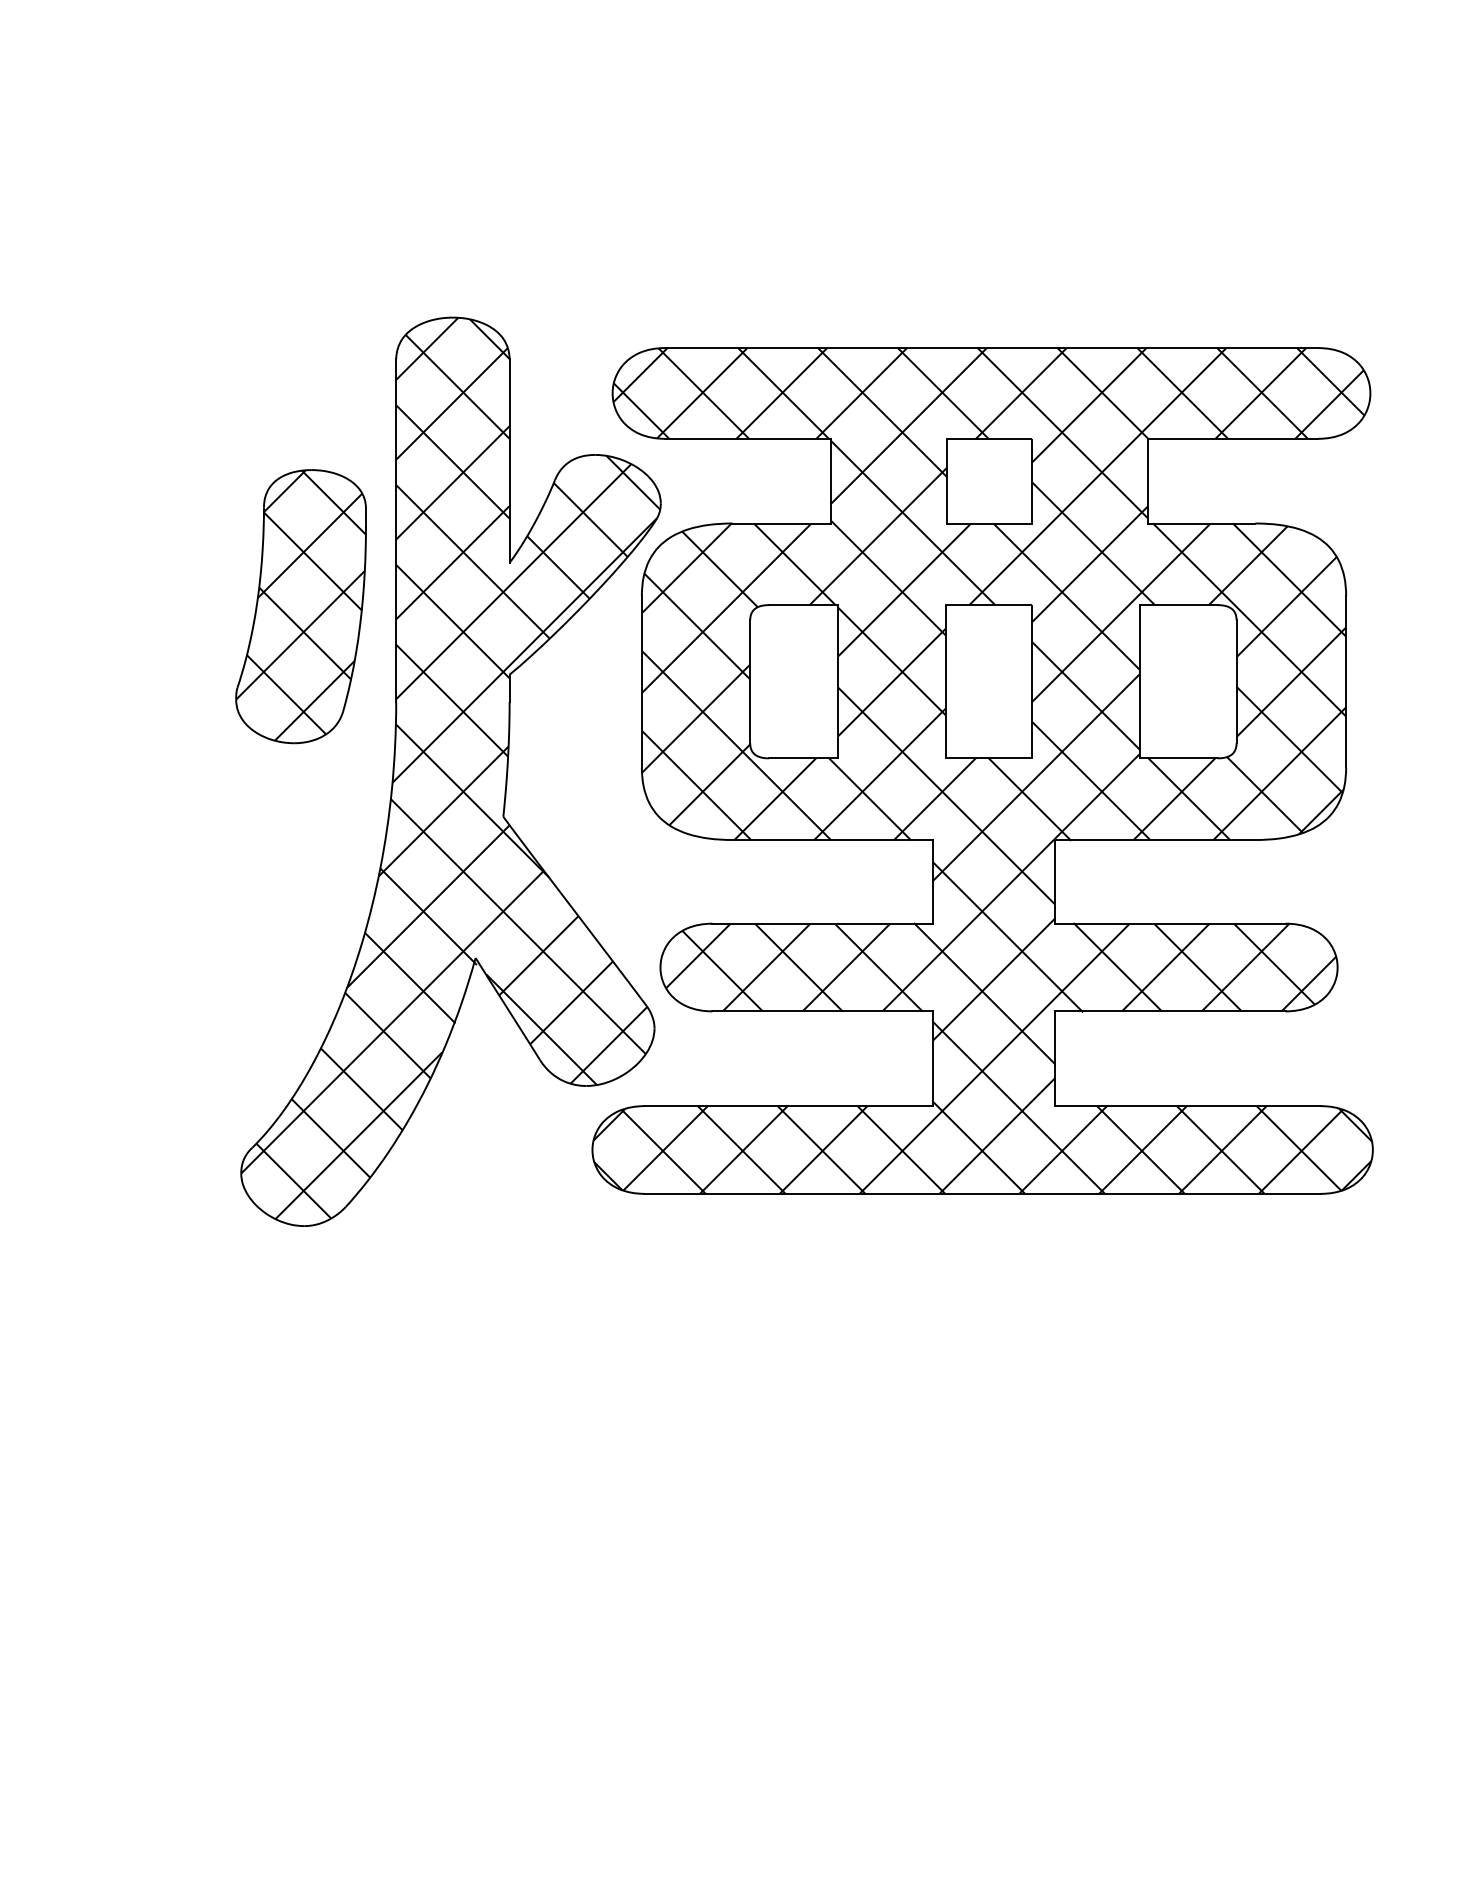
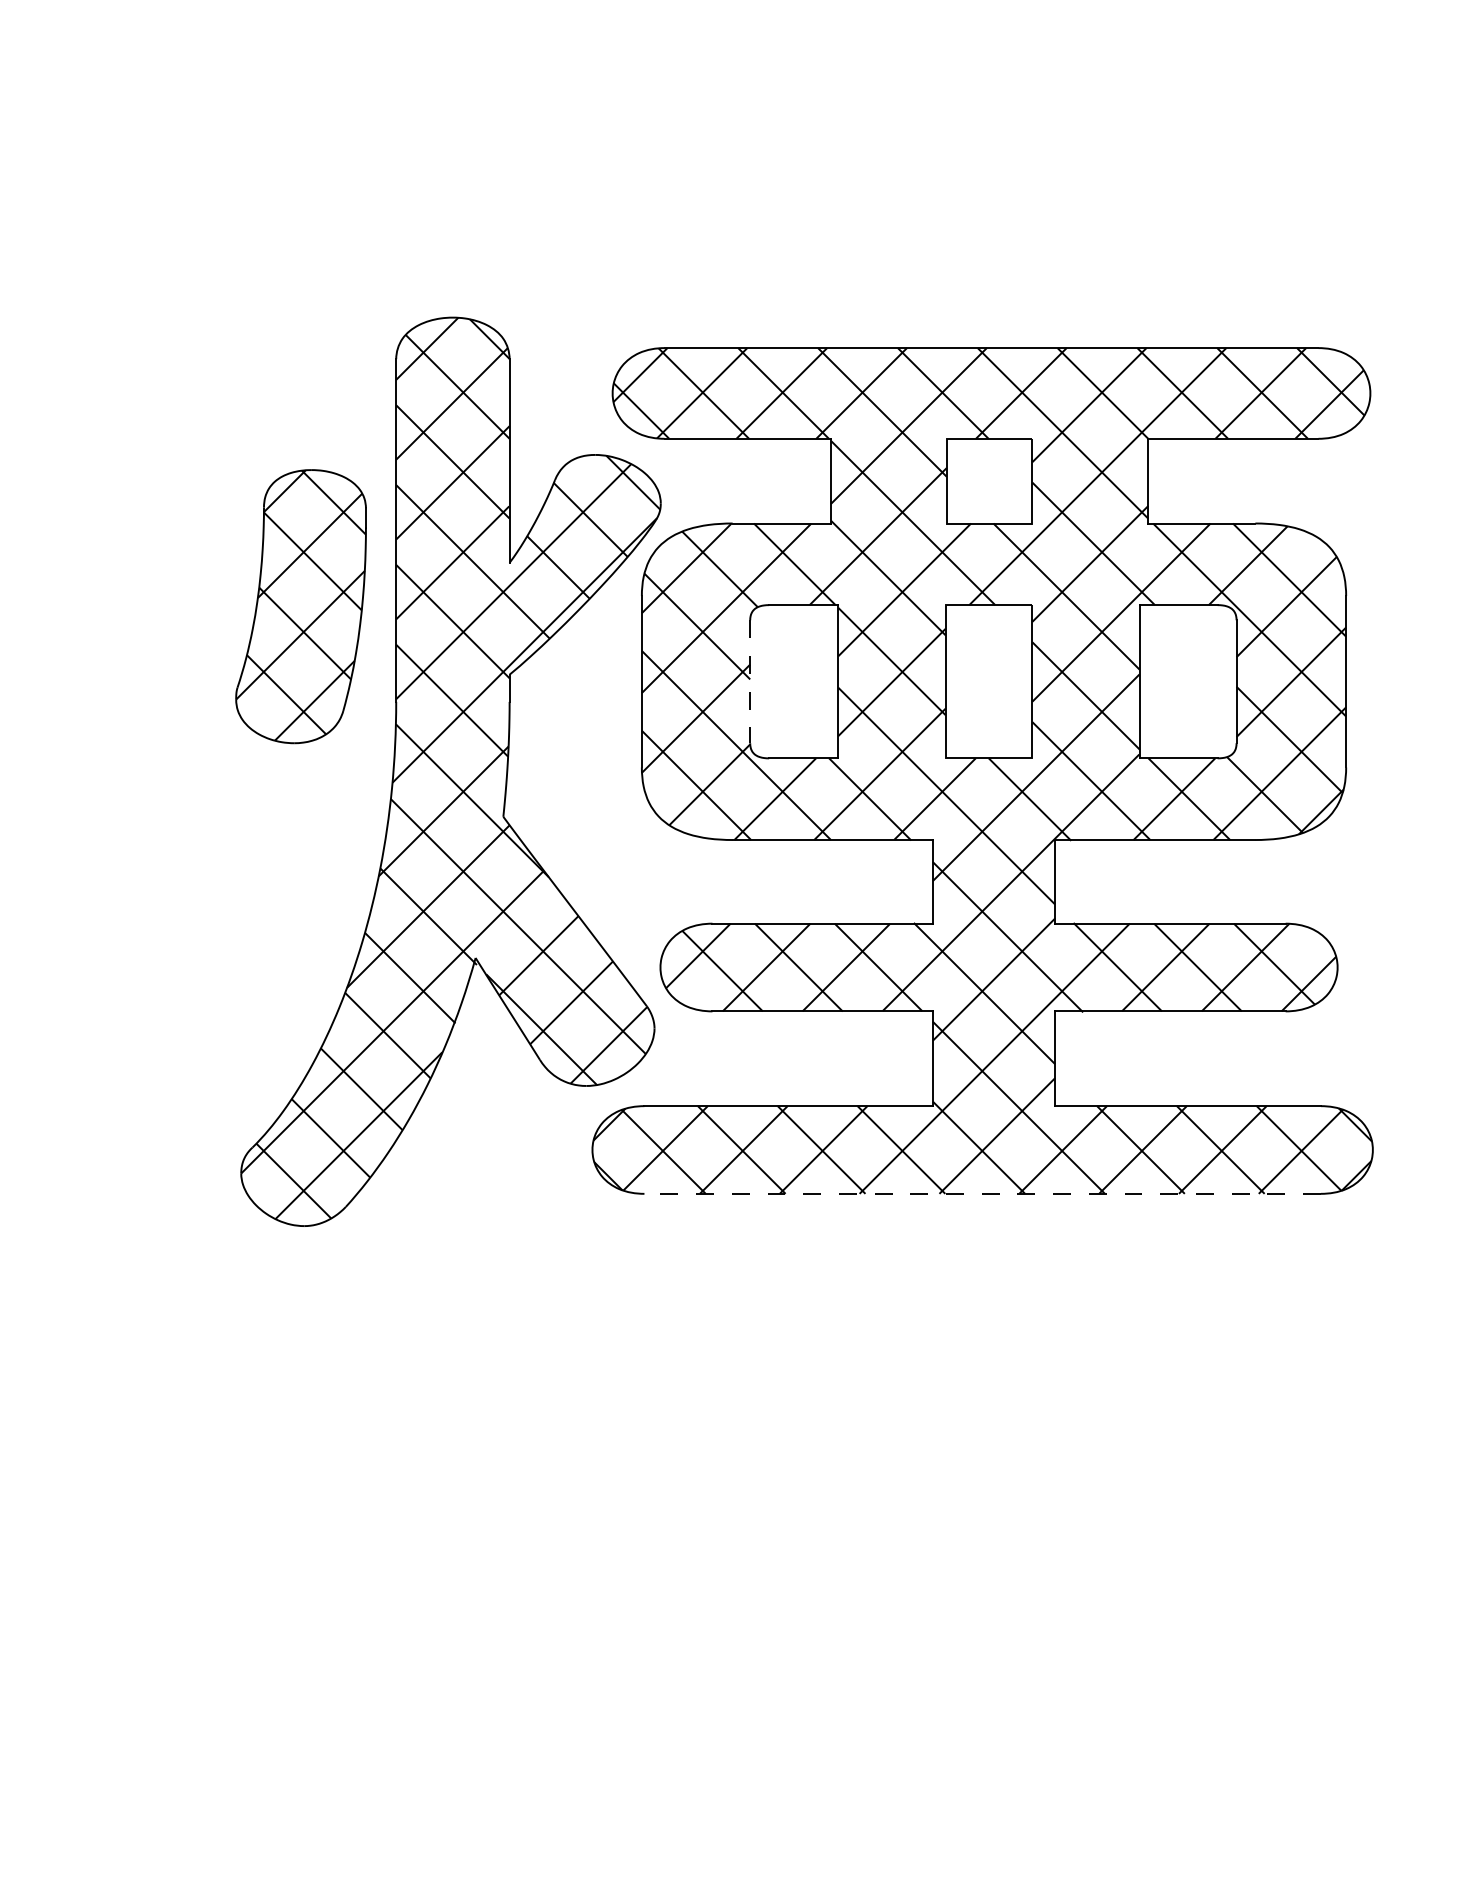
line at (750, 682): solid -> dashed
line at (982, 1193): solid -> dashed
